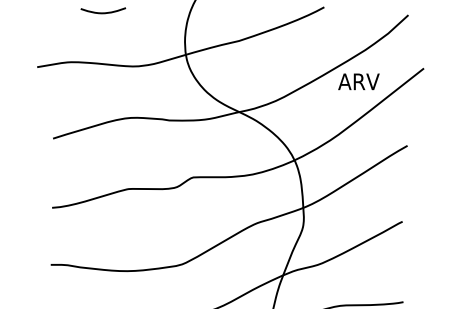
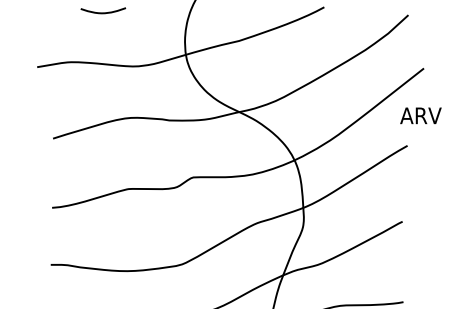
text at (358, 81) position: (358, 81) -> (420, 115)
